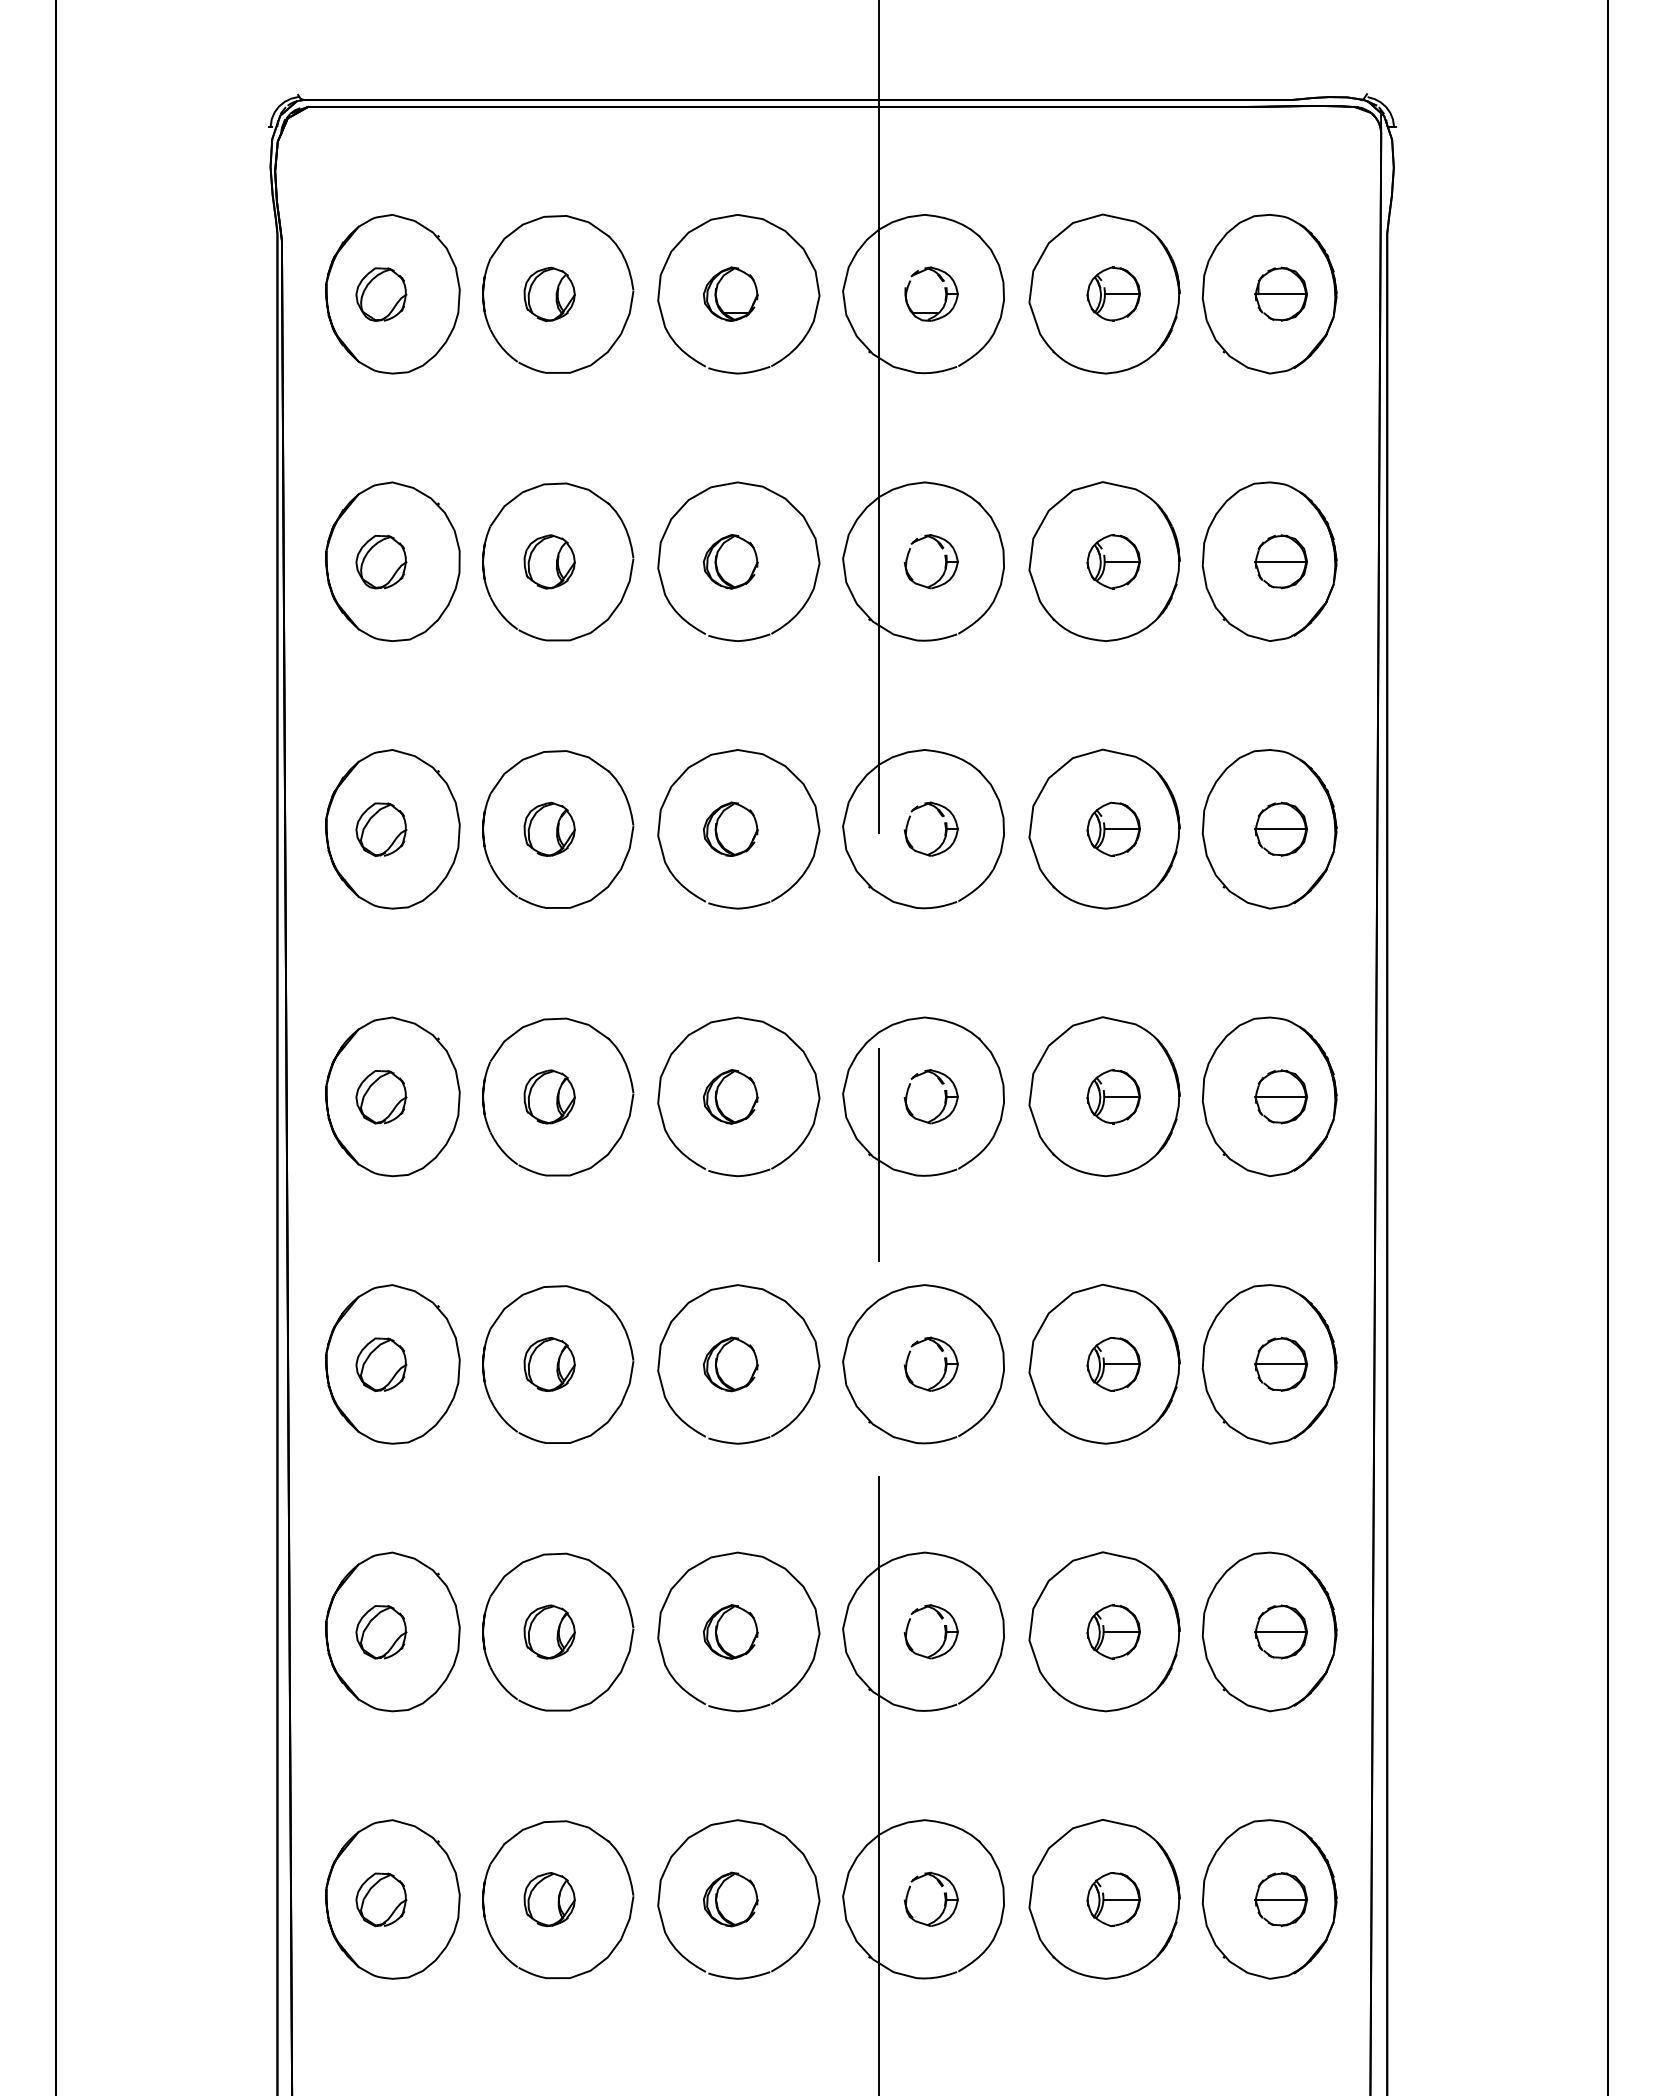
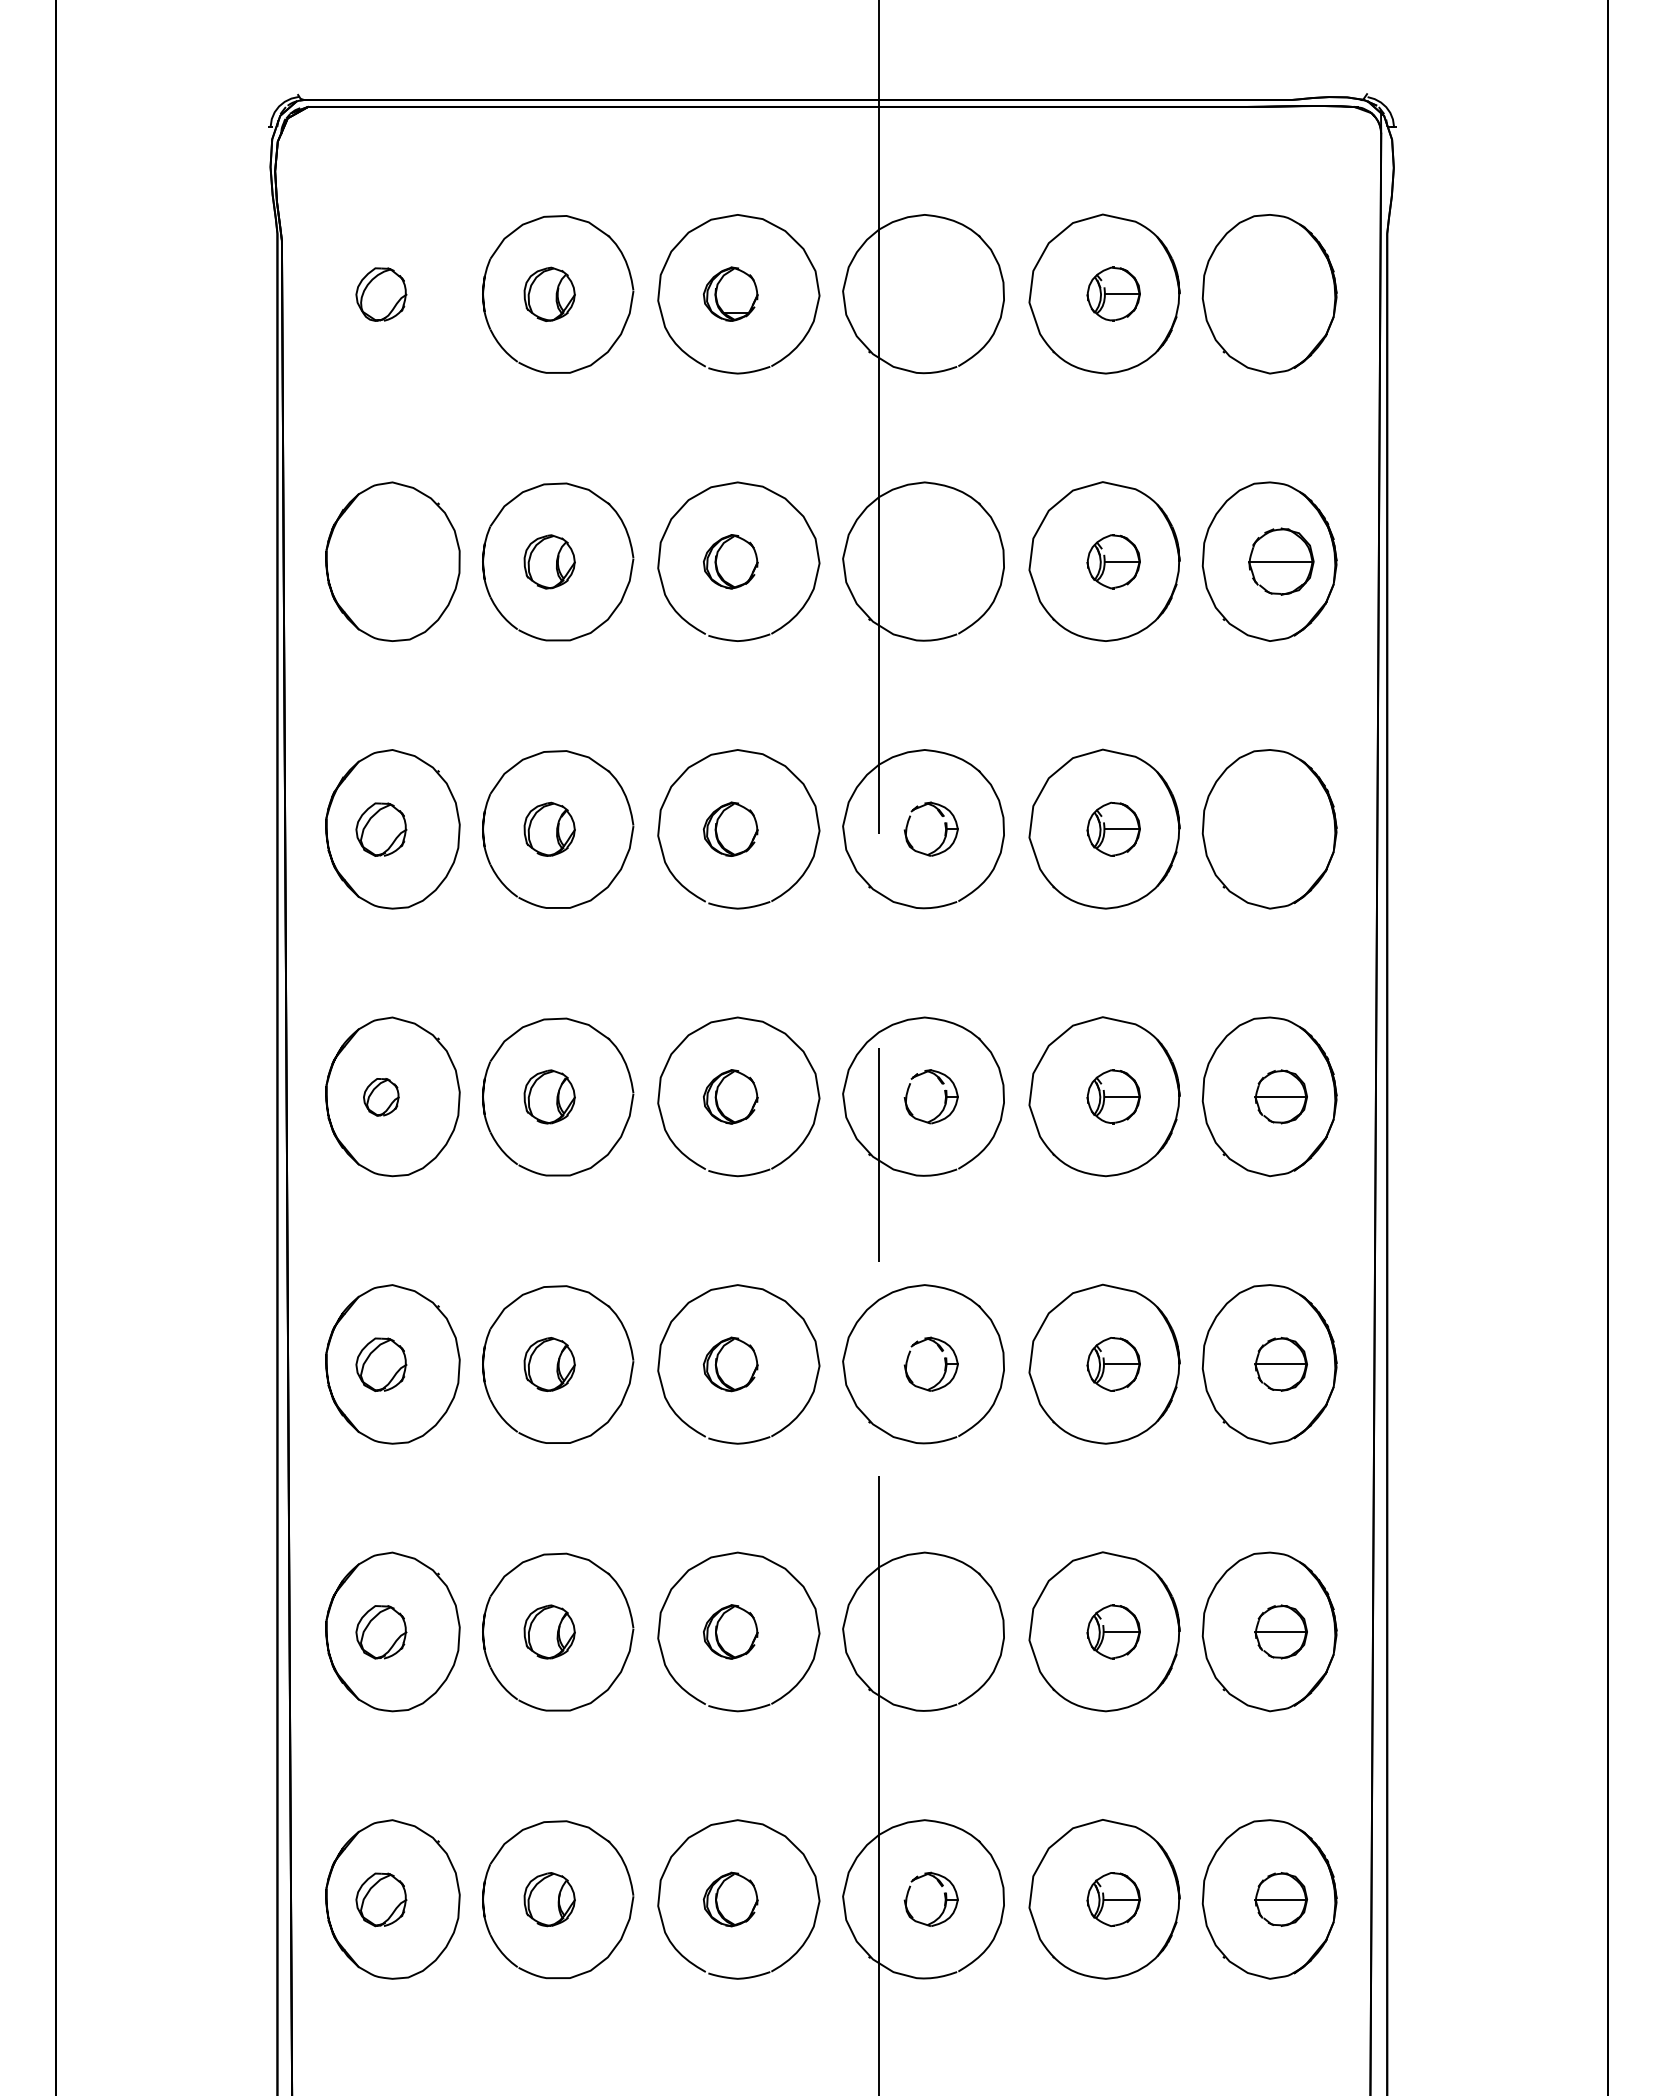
part at (944, 290): present -> none
part at (1280, 293): present -> none
part at (392, 294): present -> none
part at (944, 558): present -> none
part at (1280, 561) size: 54x56 px -> 67x69 px
part at (381, 562): present -> none
part at (1280, 828): present -> none
part at (381, 1097) size: 53x55 px -> 37x39 px
part at (944, 1631): present -> none
